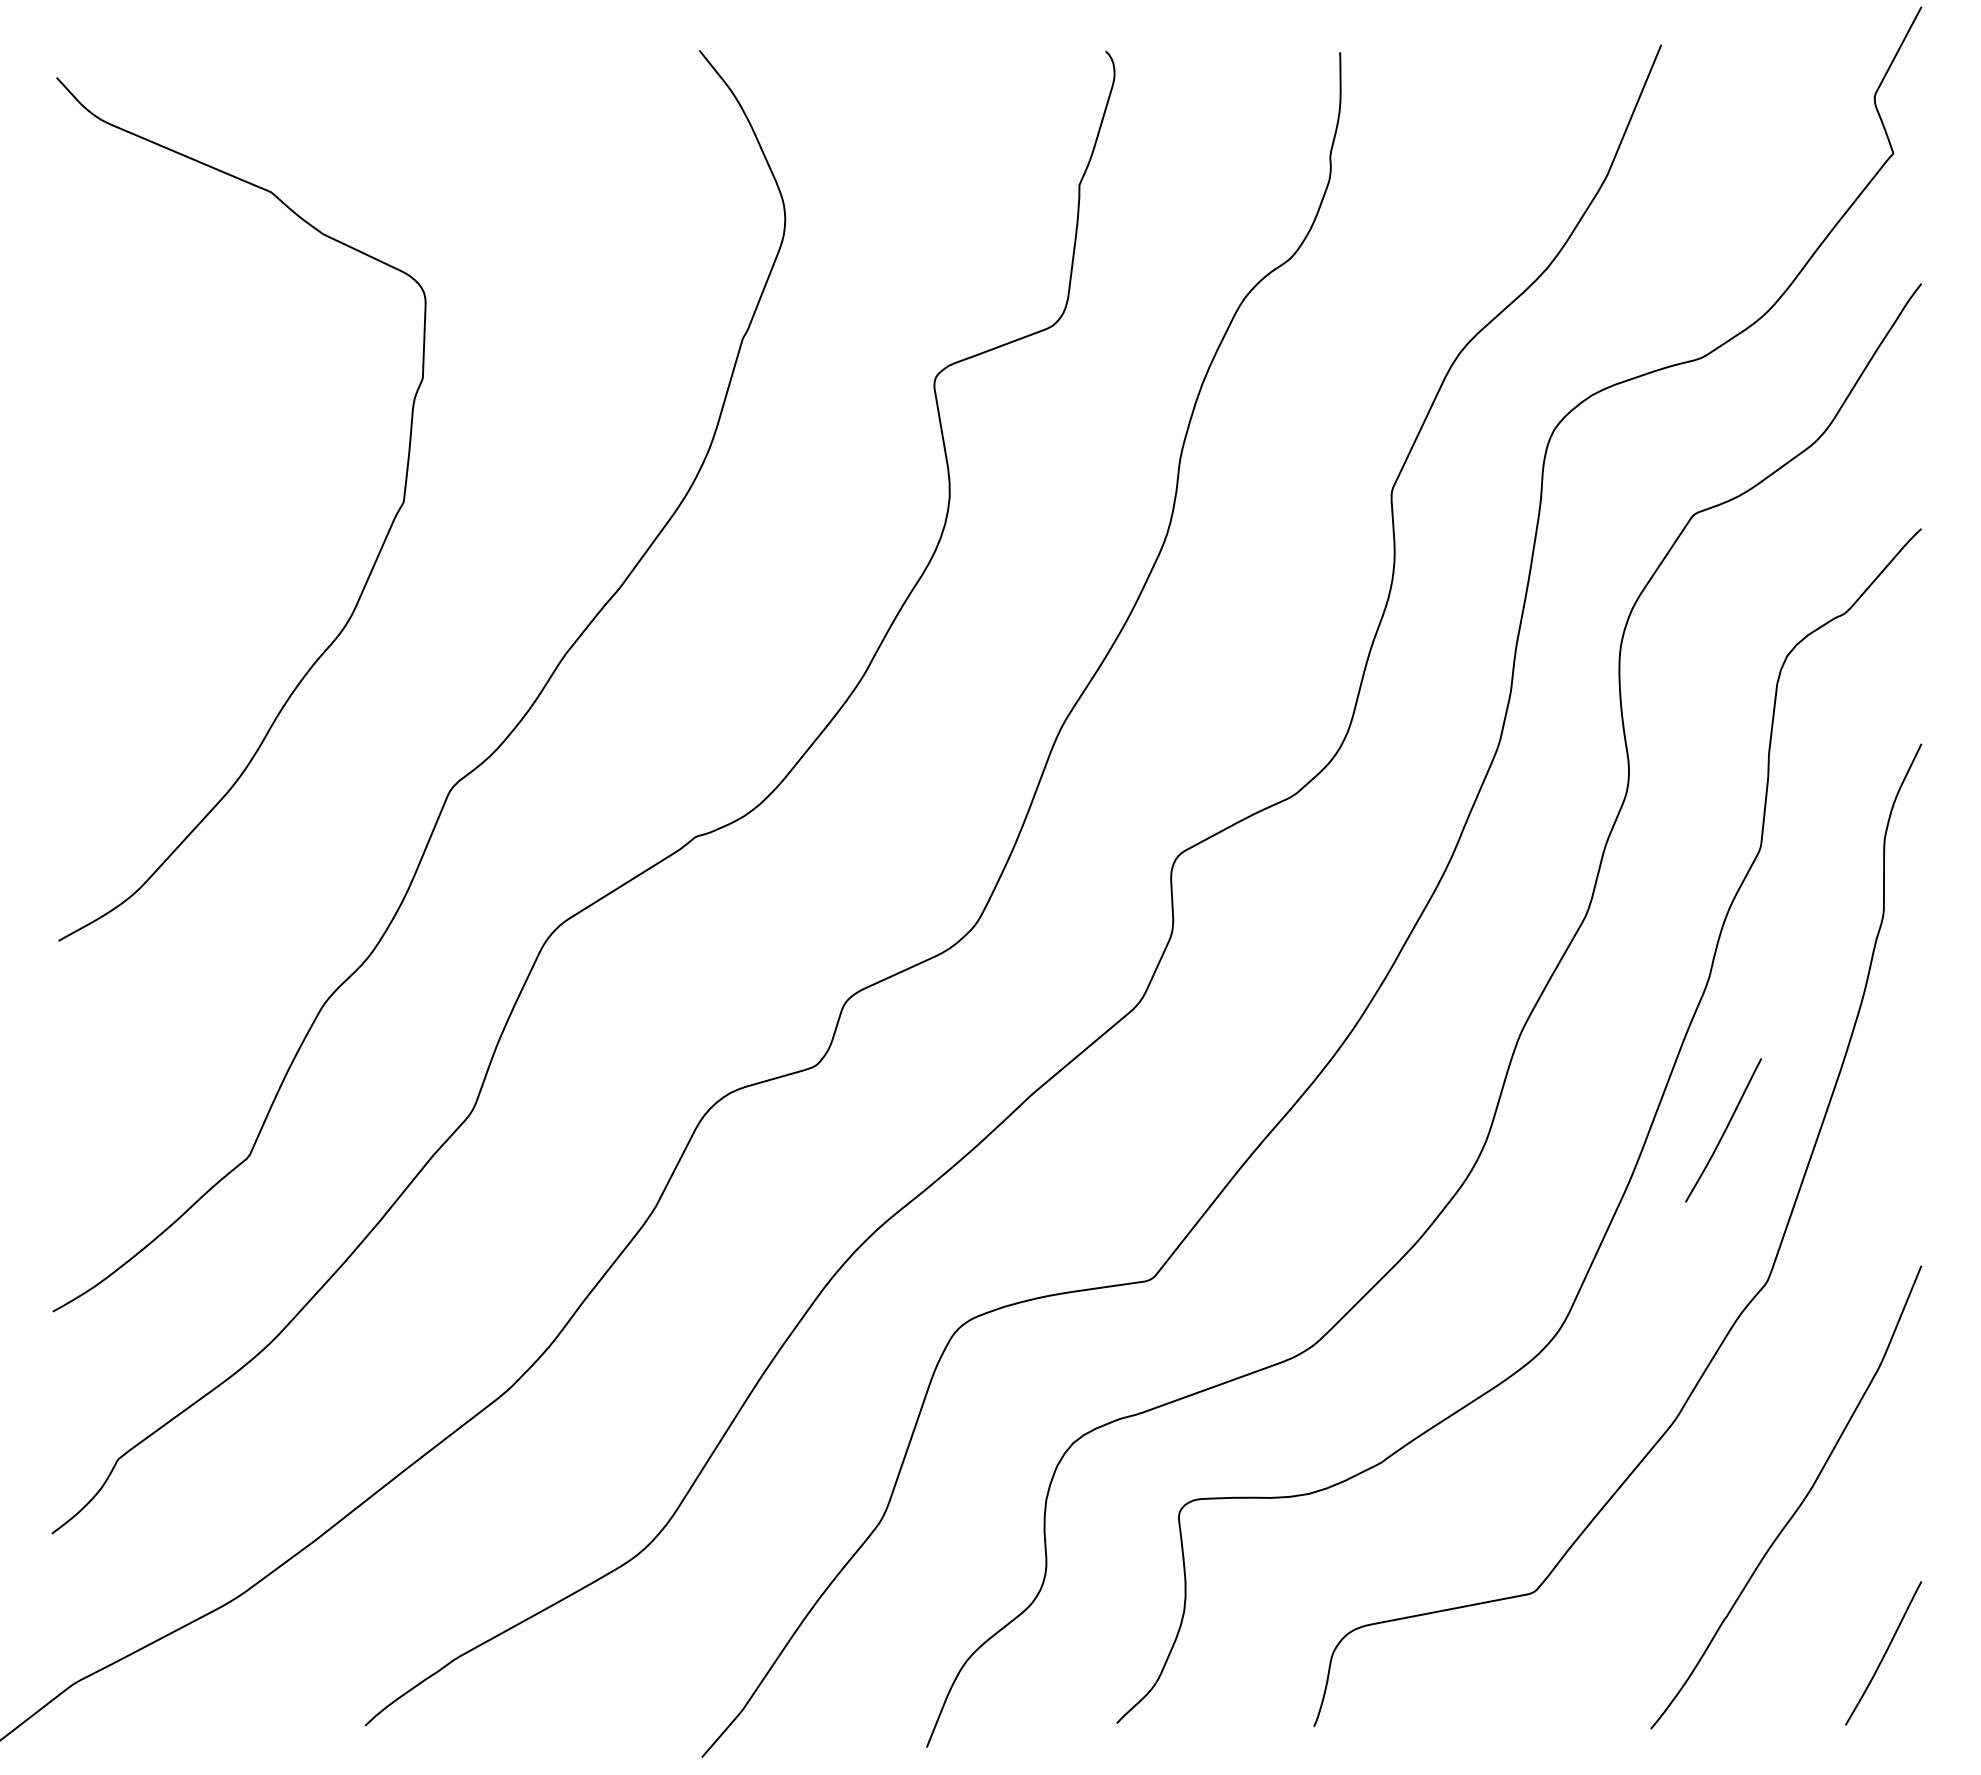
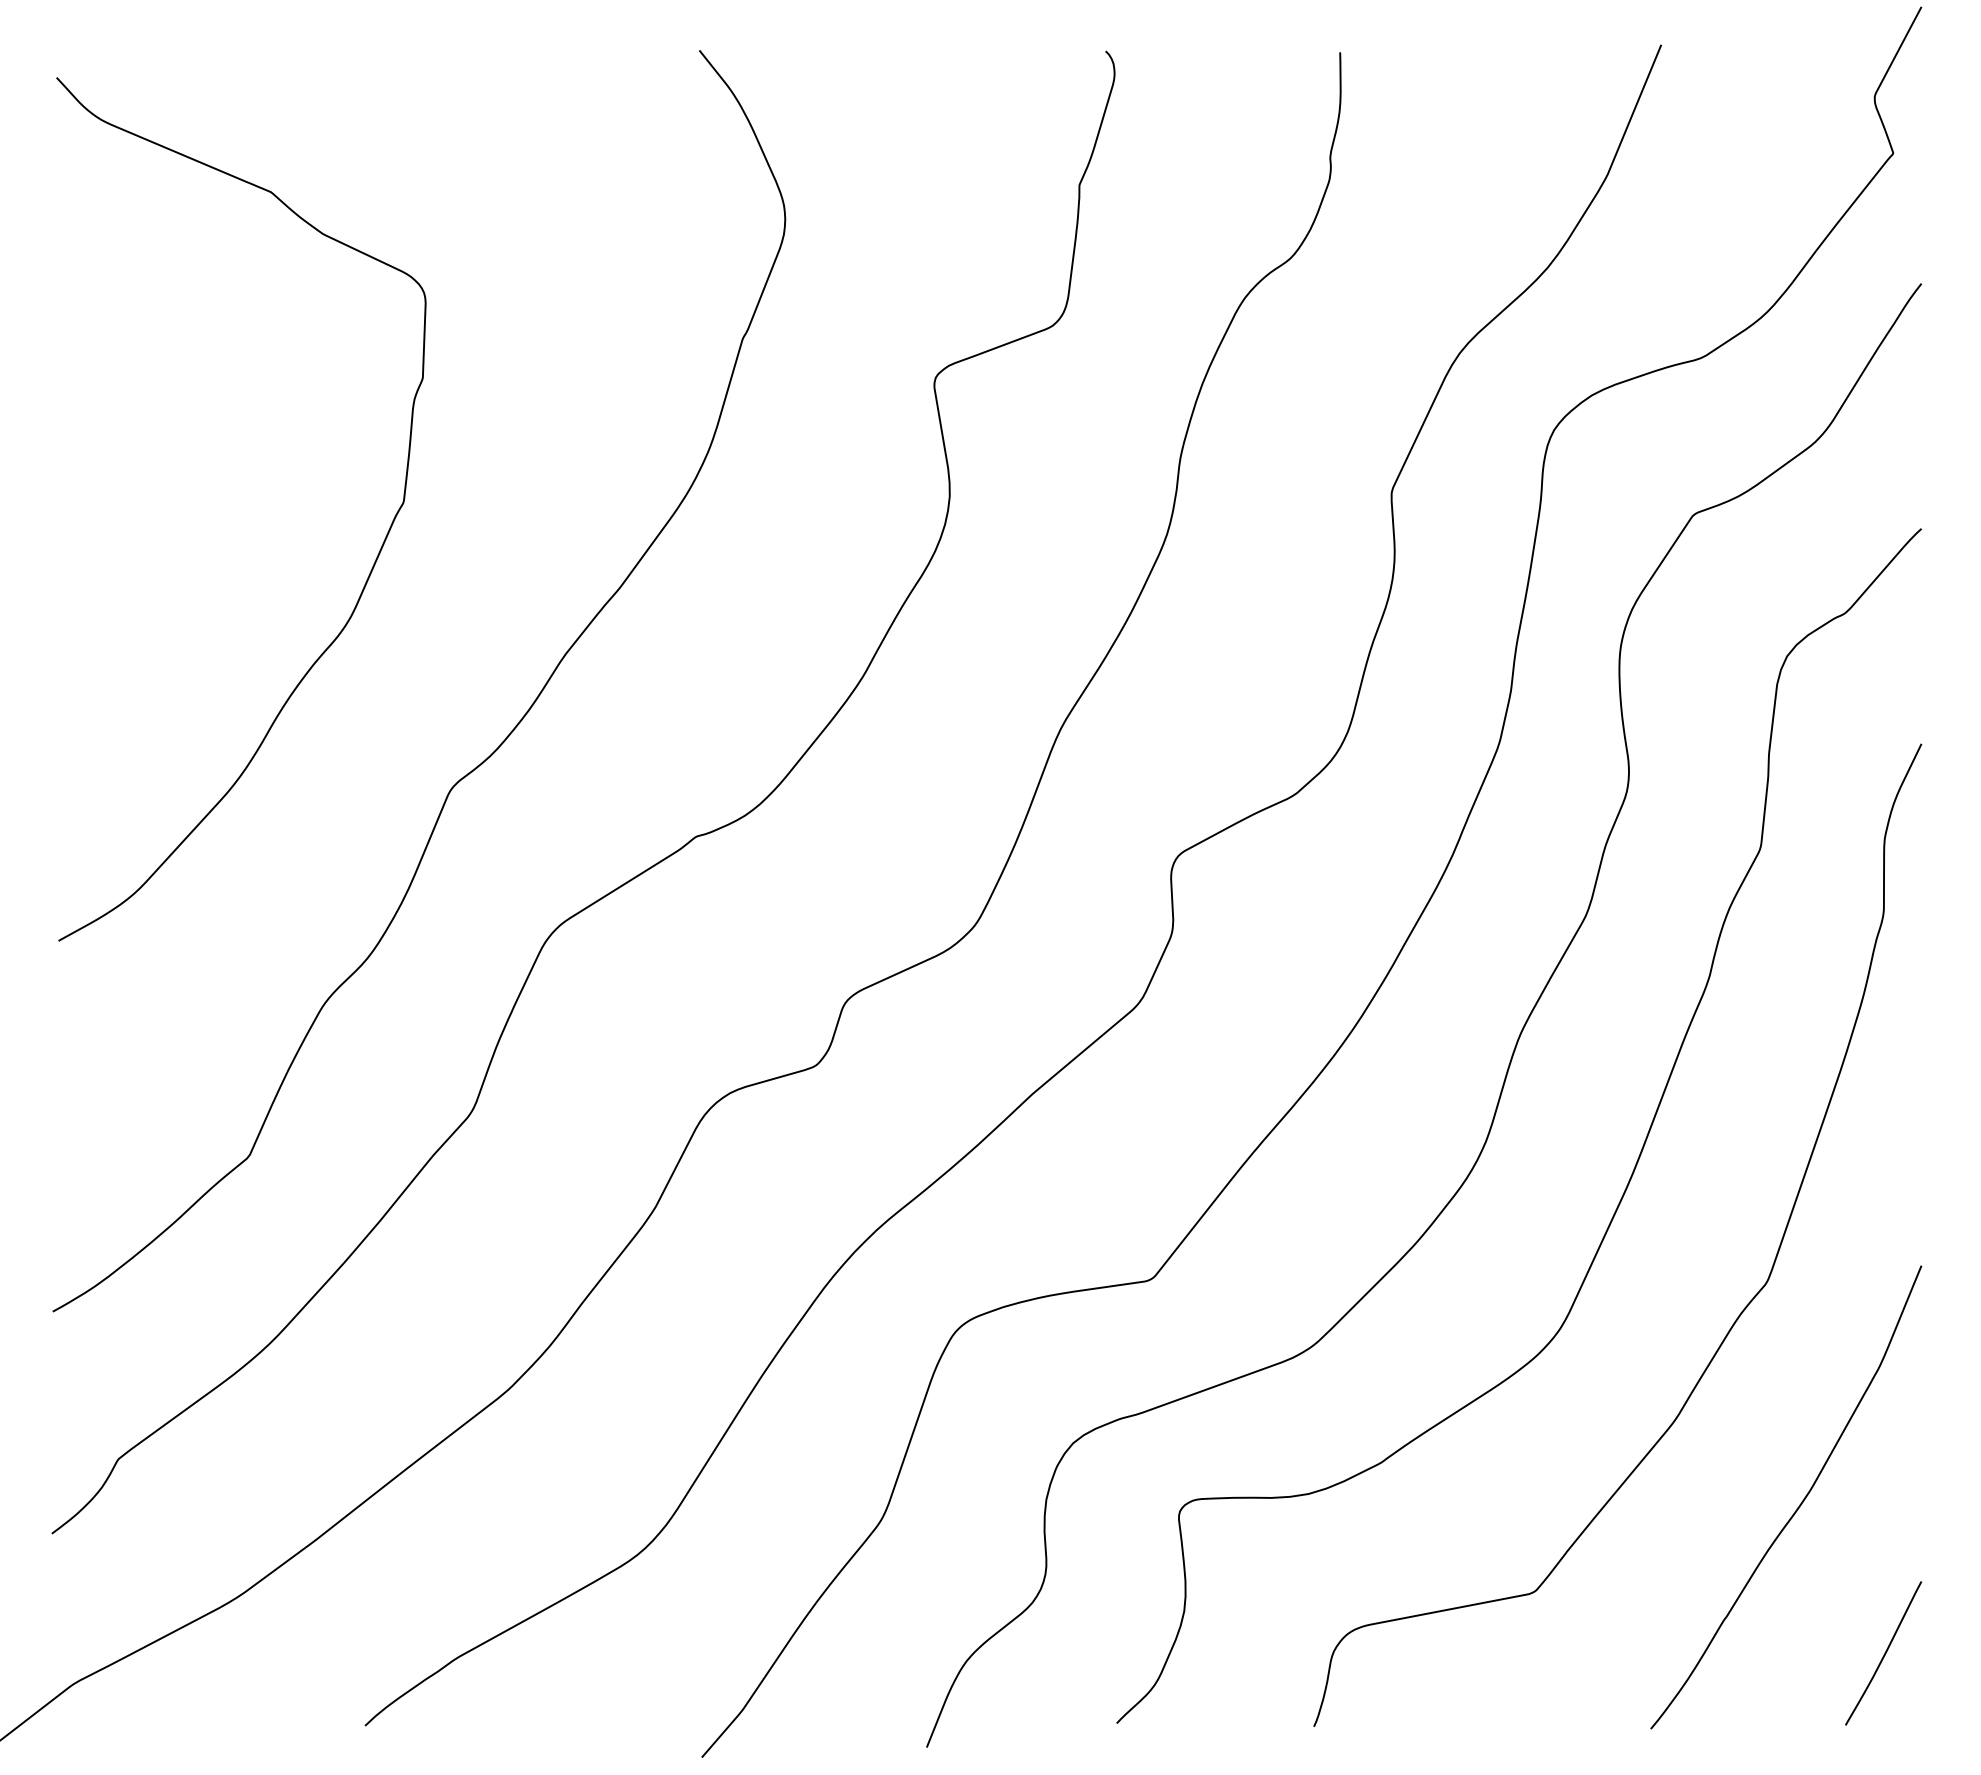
curve at (1724, 1130): present -> none
